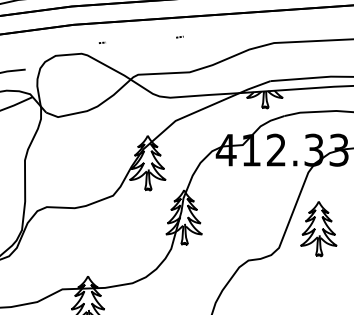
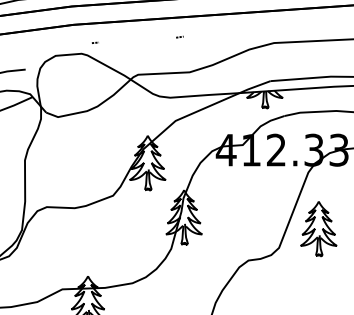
line at (101, 42) position: (101, 42) -> (94, 42)
